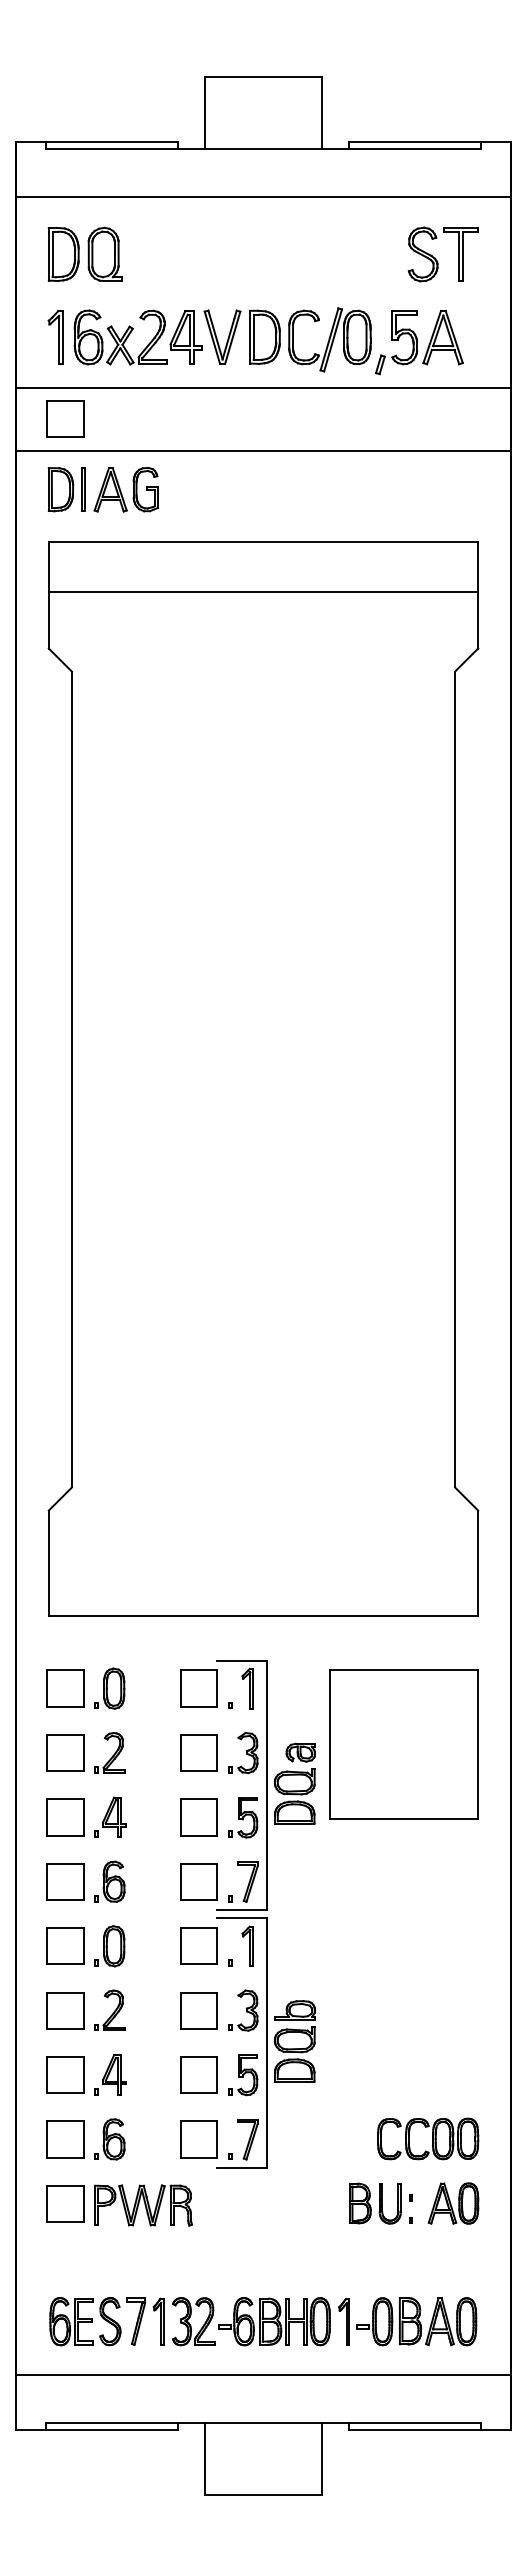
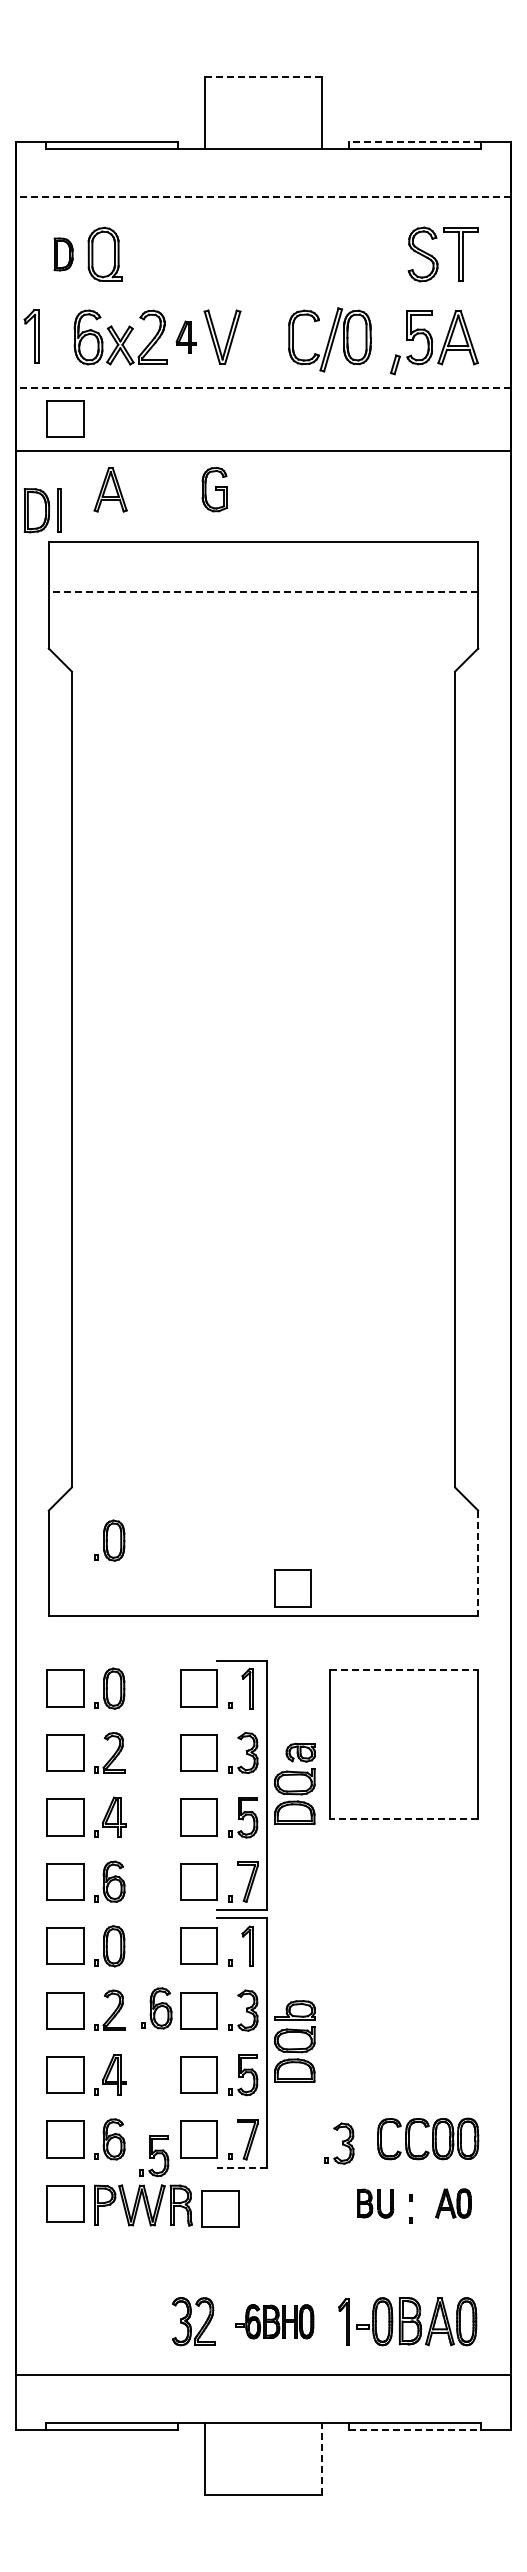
line at (263, 77): solid -> dashed
line at (414, 141): solid -> dashed
line at (263, 197): solid -> dashed
part at (63, 254) size: 33x55 px -> 21x35 px
part at (264, 336): present -> none
part at (55, 337) position: (55, 337) -> (31, 336)
part at (185, 337) size: 34x55 px -> 22x34 px
part at (419, 342) position: (419, 342) -> (434, 342)
line at (263, 388): solid -> dashed
part at (66, 489) position: (66, 489) -> (42, 510)
part at (145, 489) position: (145, 489) -> (214, 489)
line at (263, 592): solid -> dashed
part at (109, 1540): none -> present
line at (478, 1563): solid -> dashed
part at (292, 1588): none -> present
line at (404, 1670): solid -> dashed
line at (403, 1819): solid -> dashed
part at (156, 2008): none -> present
part at (339, 2143): none -> present
part at (154, 2156): none -> present
line at (242, 2167): solid -> dashed
part at (375, 2203) size: 53x43 px -> 38x31 px
part at (453, 2203) size: 53x43 px -> 37x31 px
part at (220, 2208): none -> present
part at (106, 2321): present -> none
part at (274, 2321) size: 113x50 px -> 80x36 px
line at (414, 2430): solid -> dashed
line at (322, 2458): solid -> dashed
